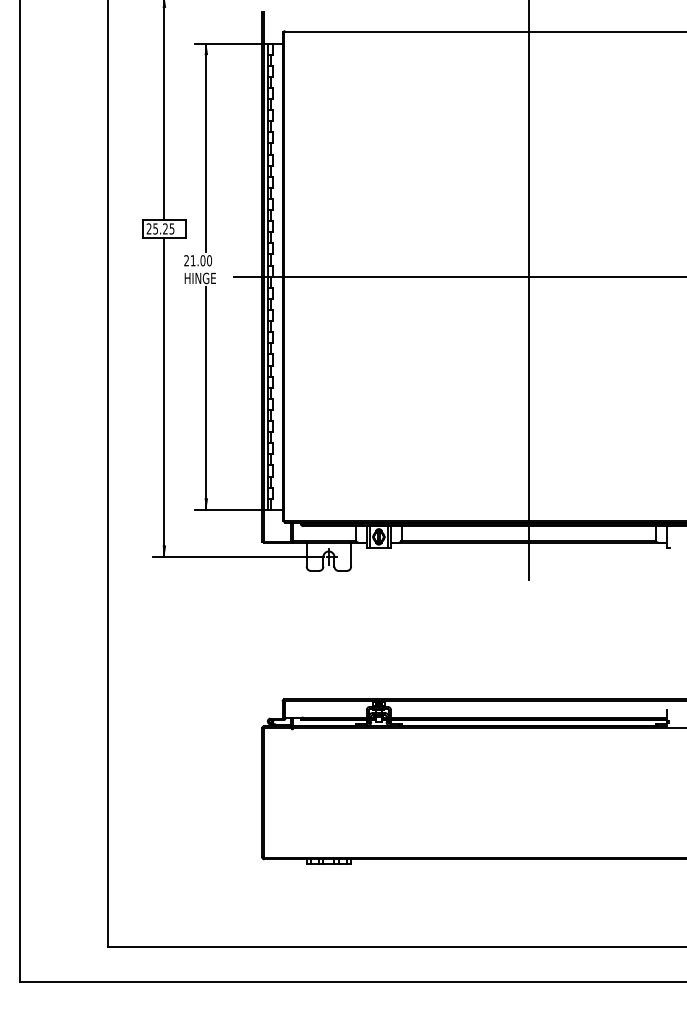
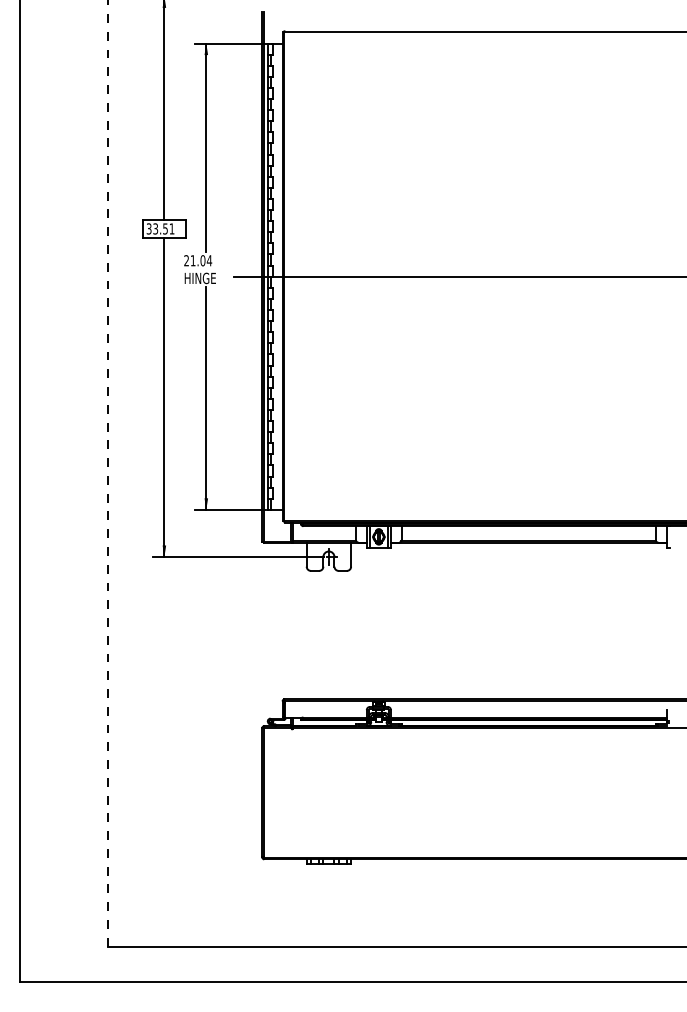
text at (160, 228): 25.25 -> 33.51
text at (209, 260): 21.00 -> 21.04
line at (528, 290): present -> none
line at (107, 473): solid -> dashed
